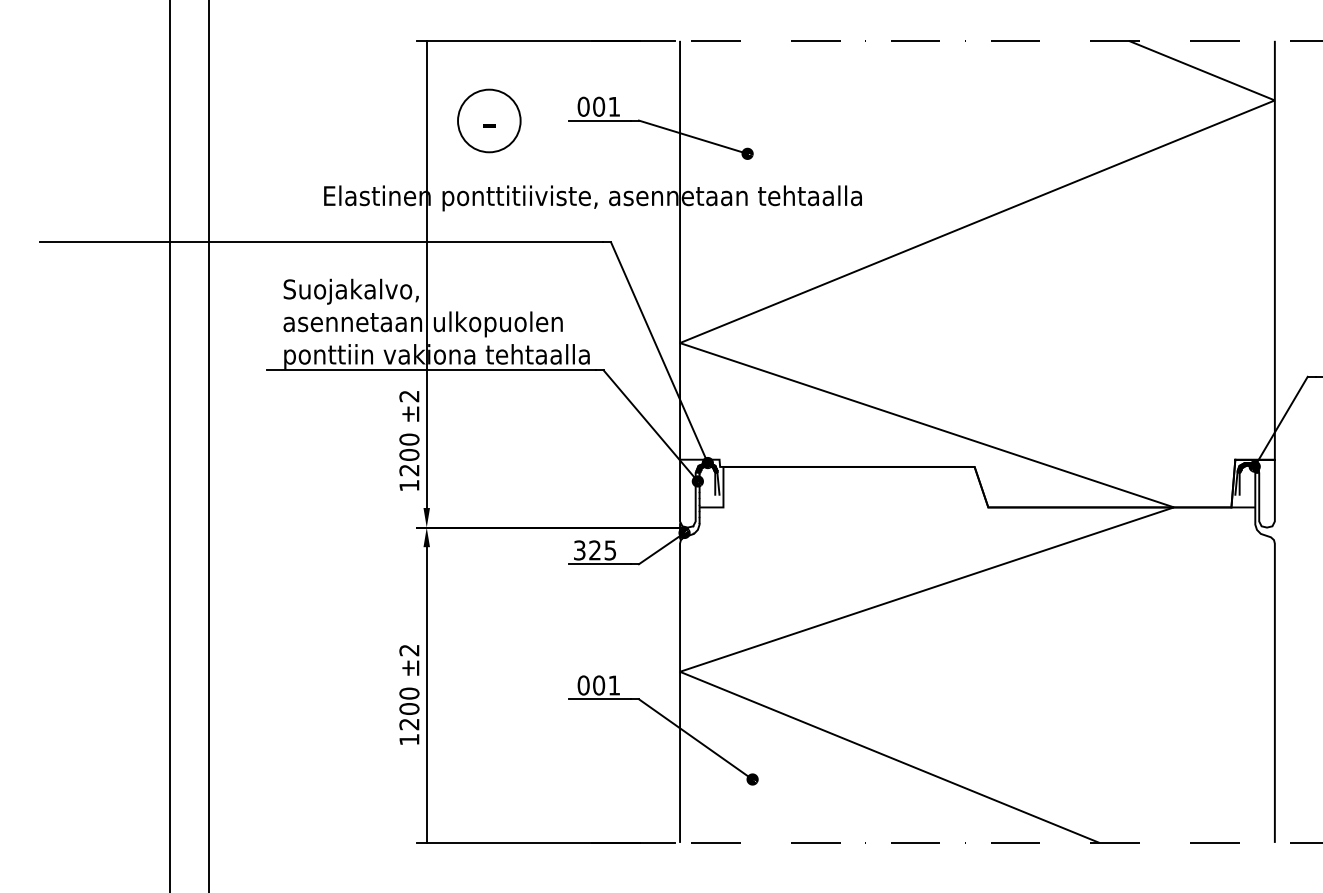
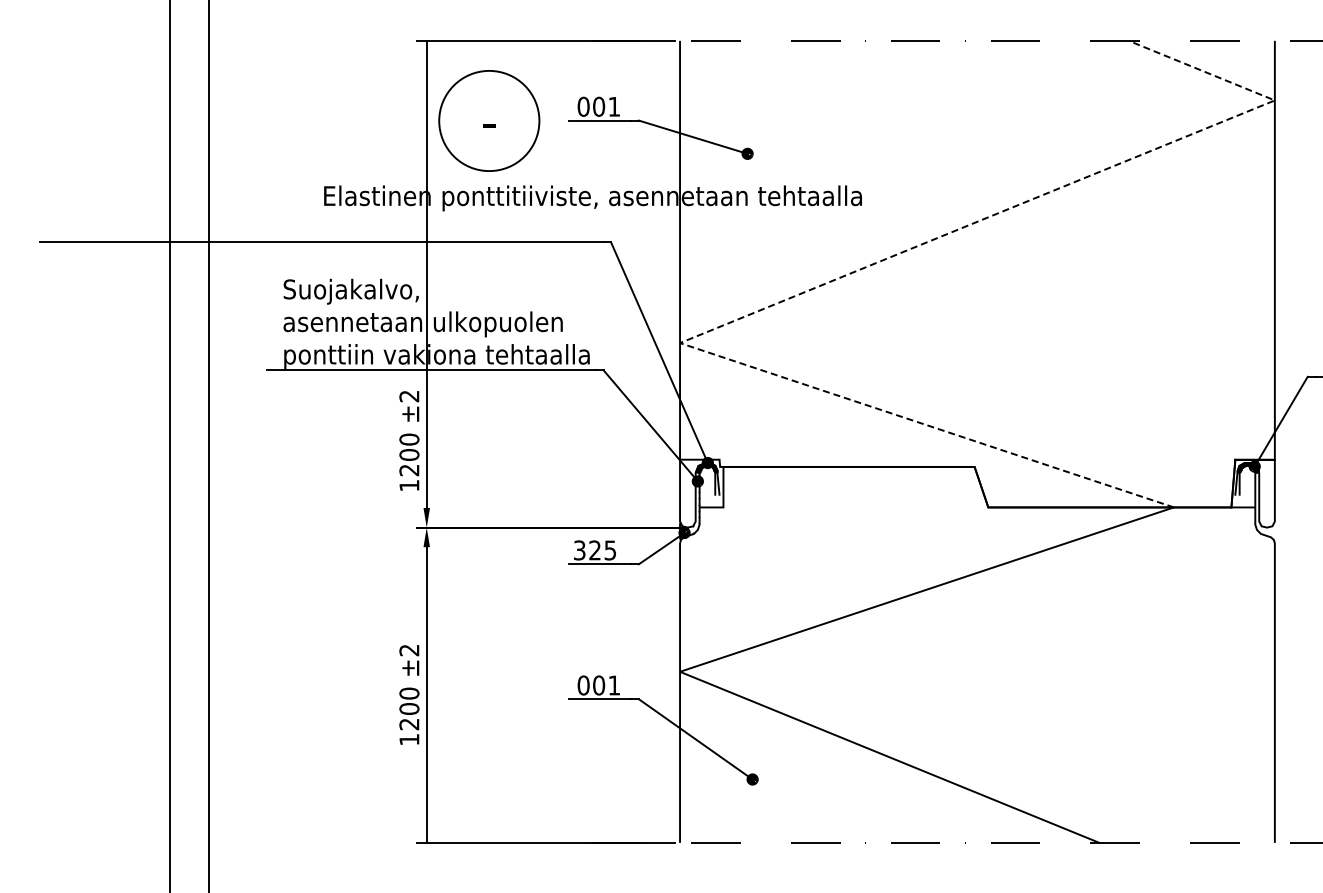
circle at (489, 120) diameter: 63 px -> 100 px
line at (809, 290): solid -> dashed
